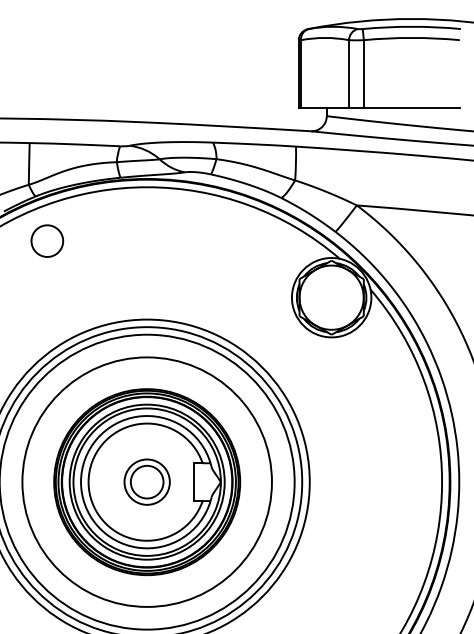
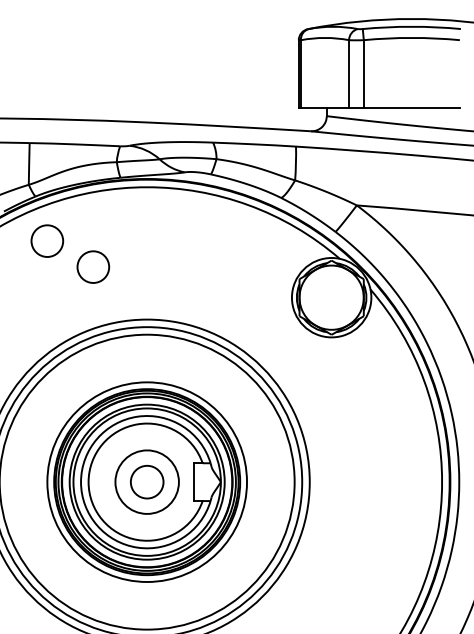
circle at (93, 266): none -> present
circle at (146, 481) diameter: 250 px -> 200 px
circle at (146, 481) diameter: 45 px -> 64 px
